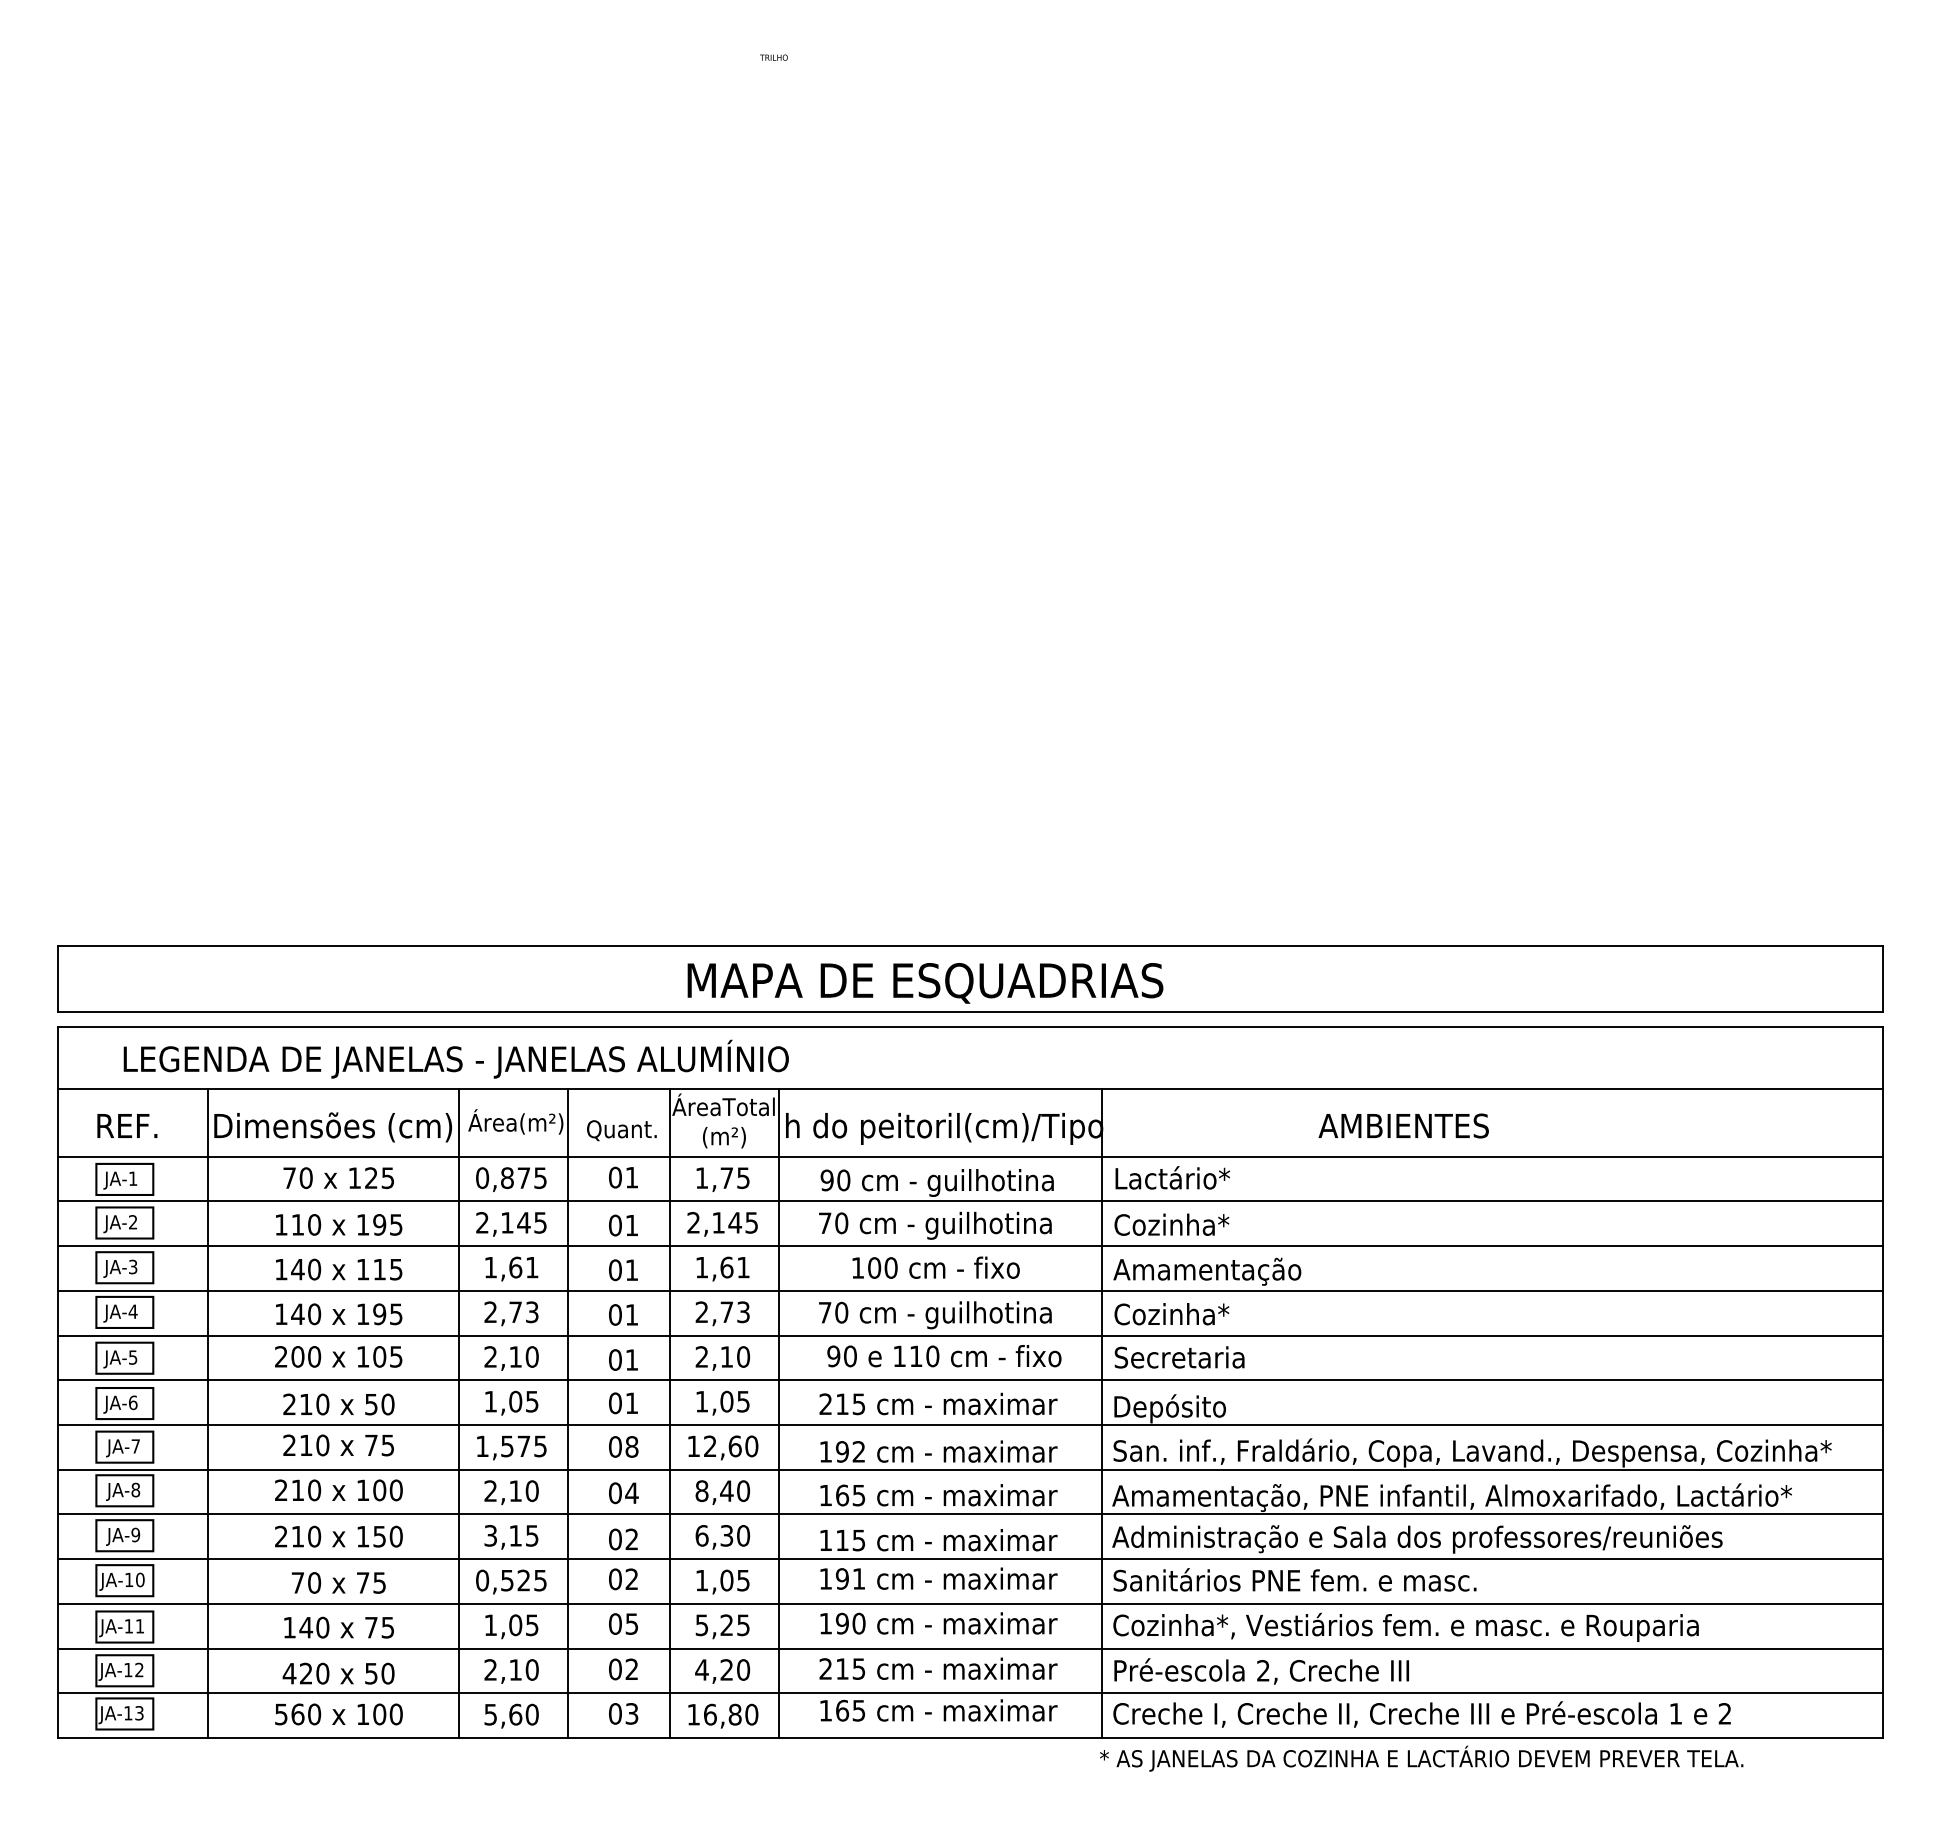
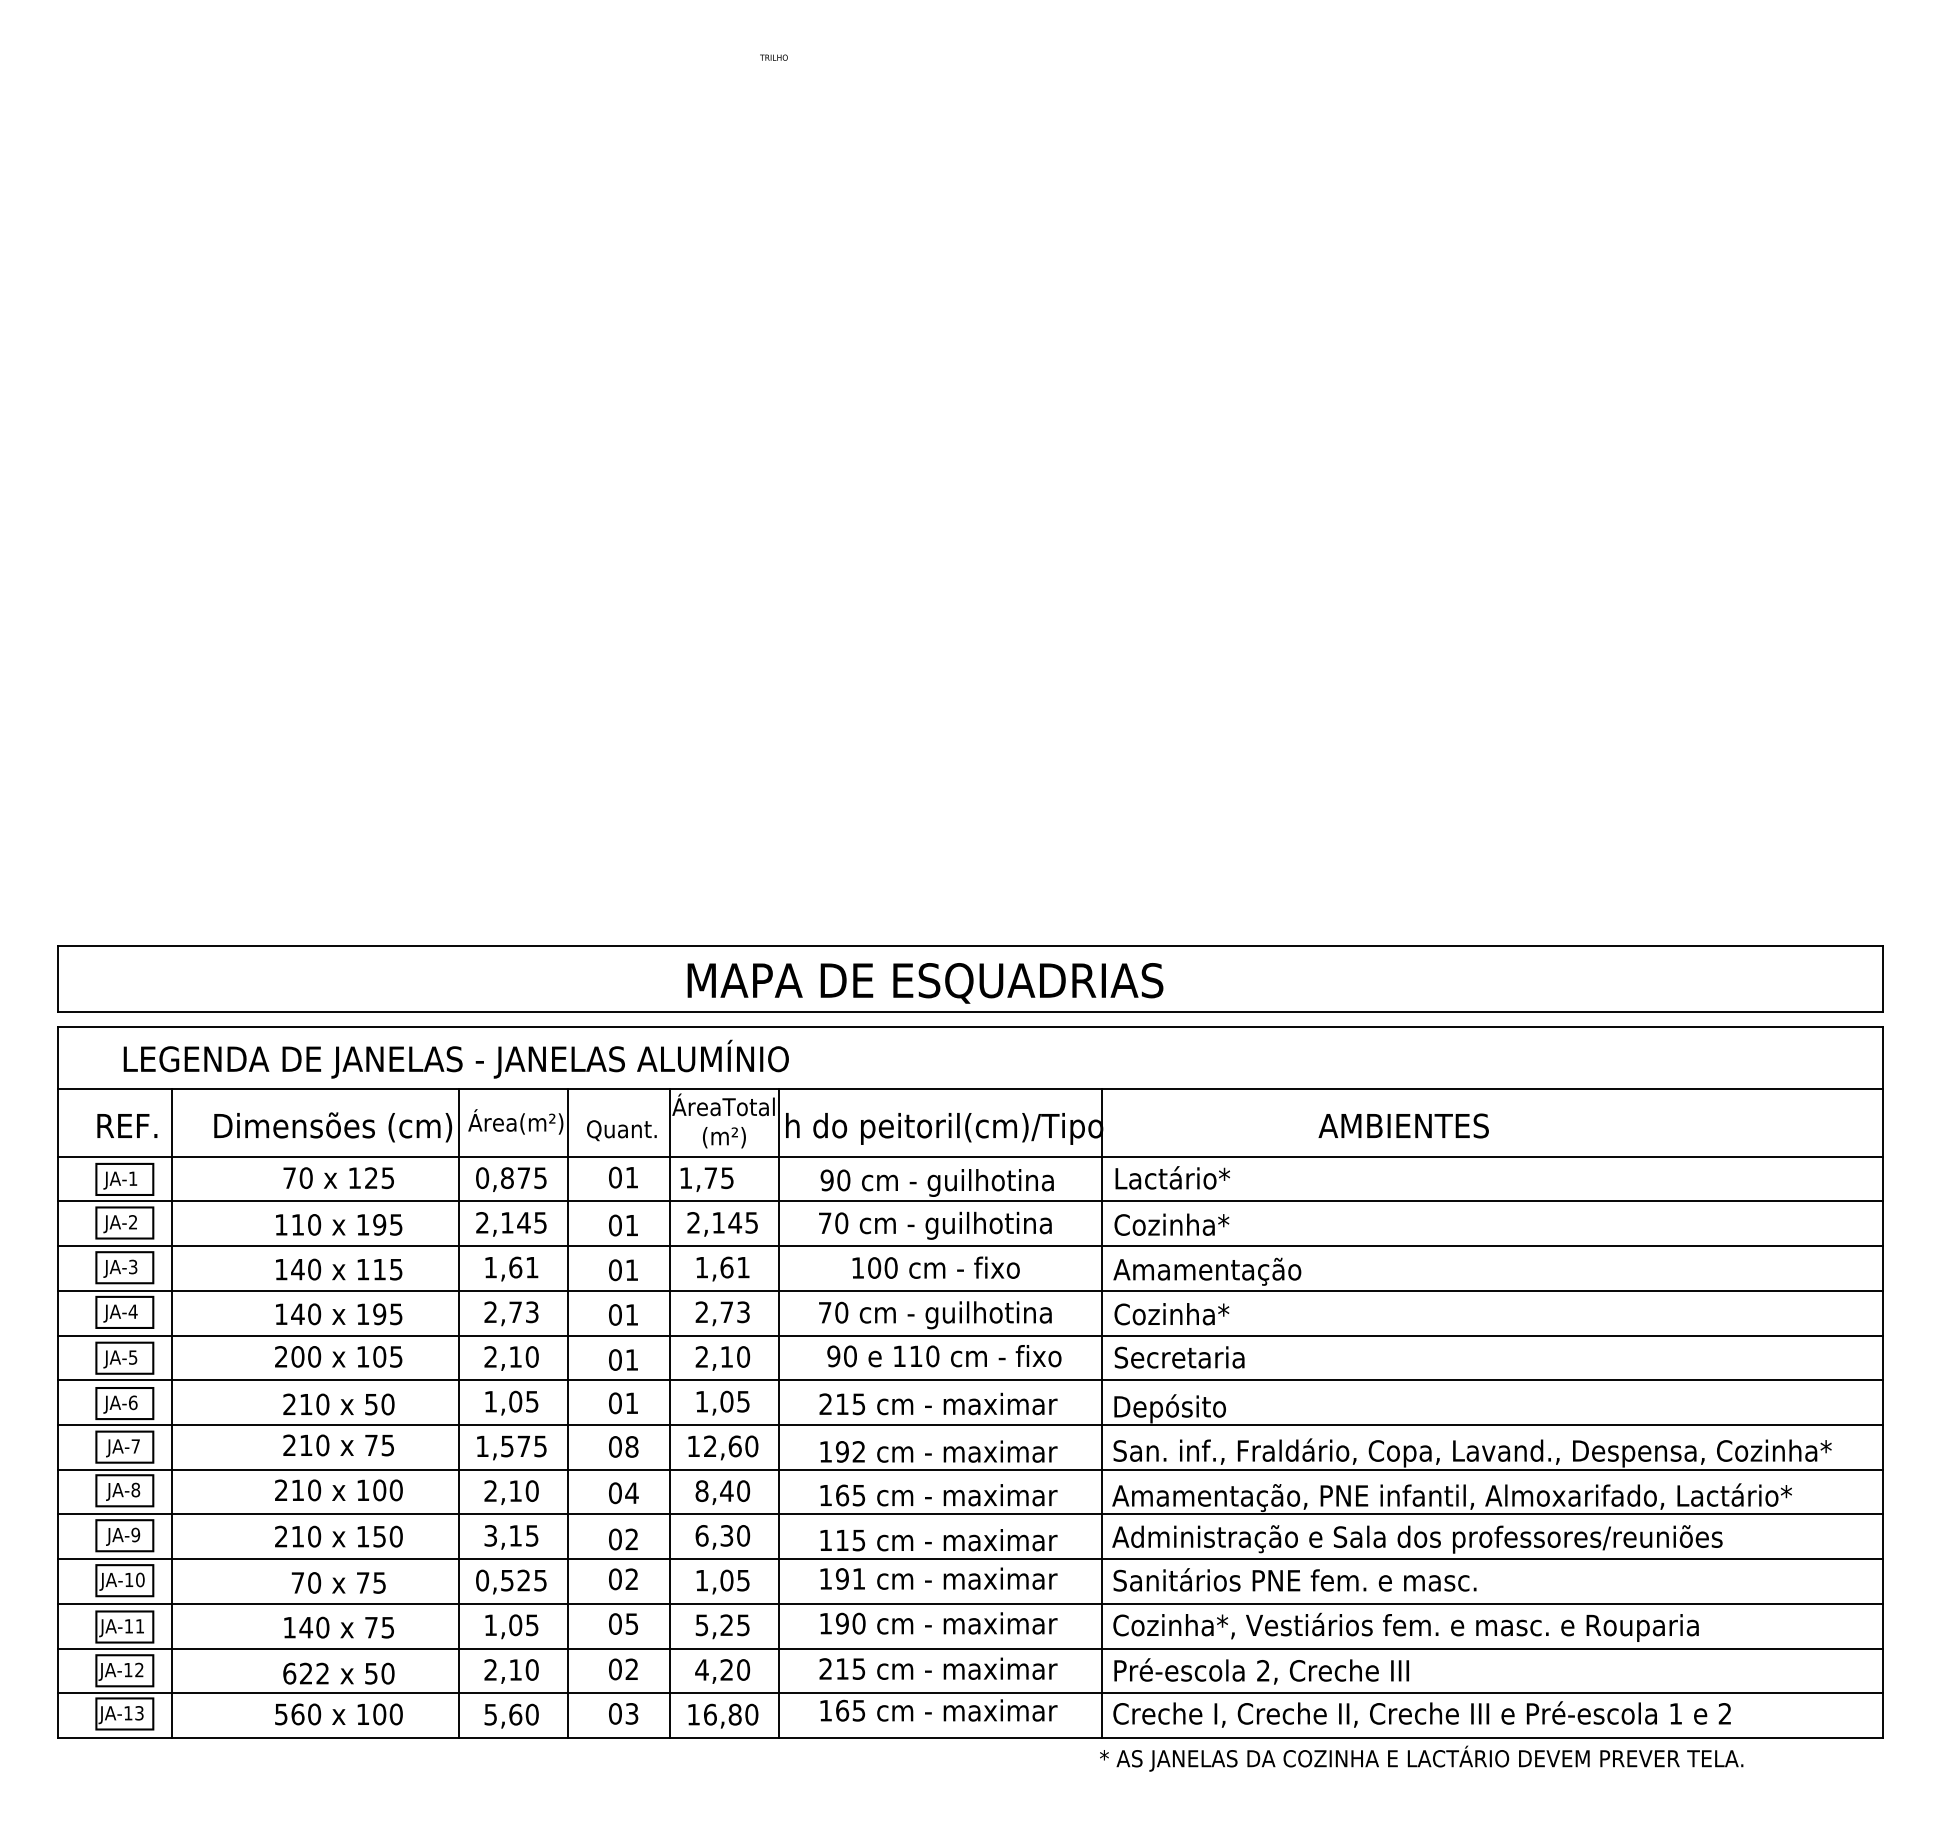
text at (722, 1179) position: (722, 1179) -> (706, 1179)
line at (207, 1413) position: (207, 1413) -> (171, 1413)
text at (305, 1673): 420 -> 622
